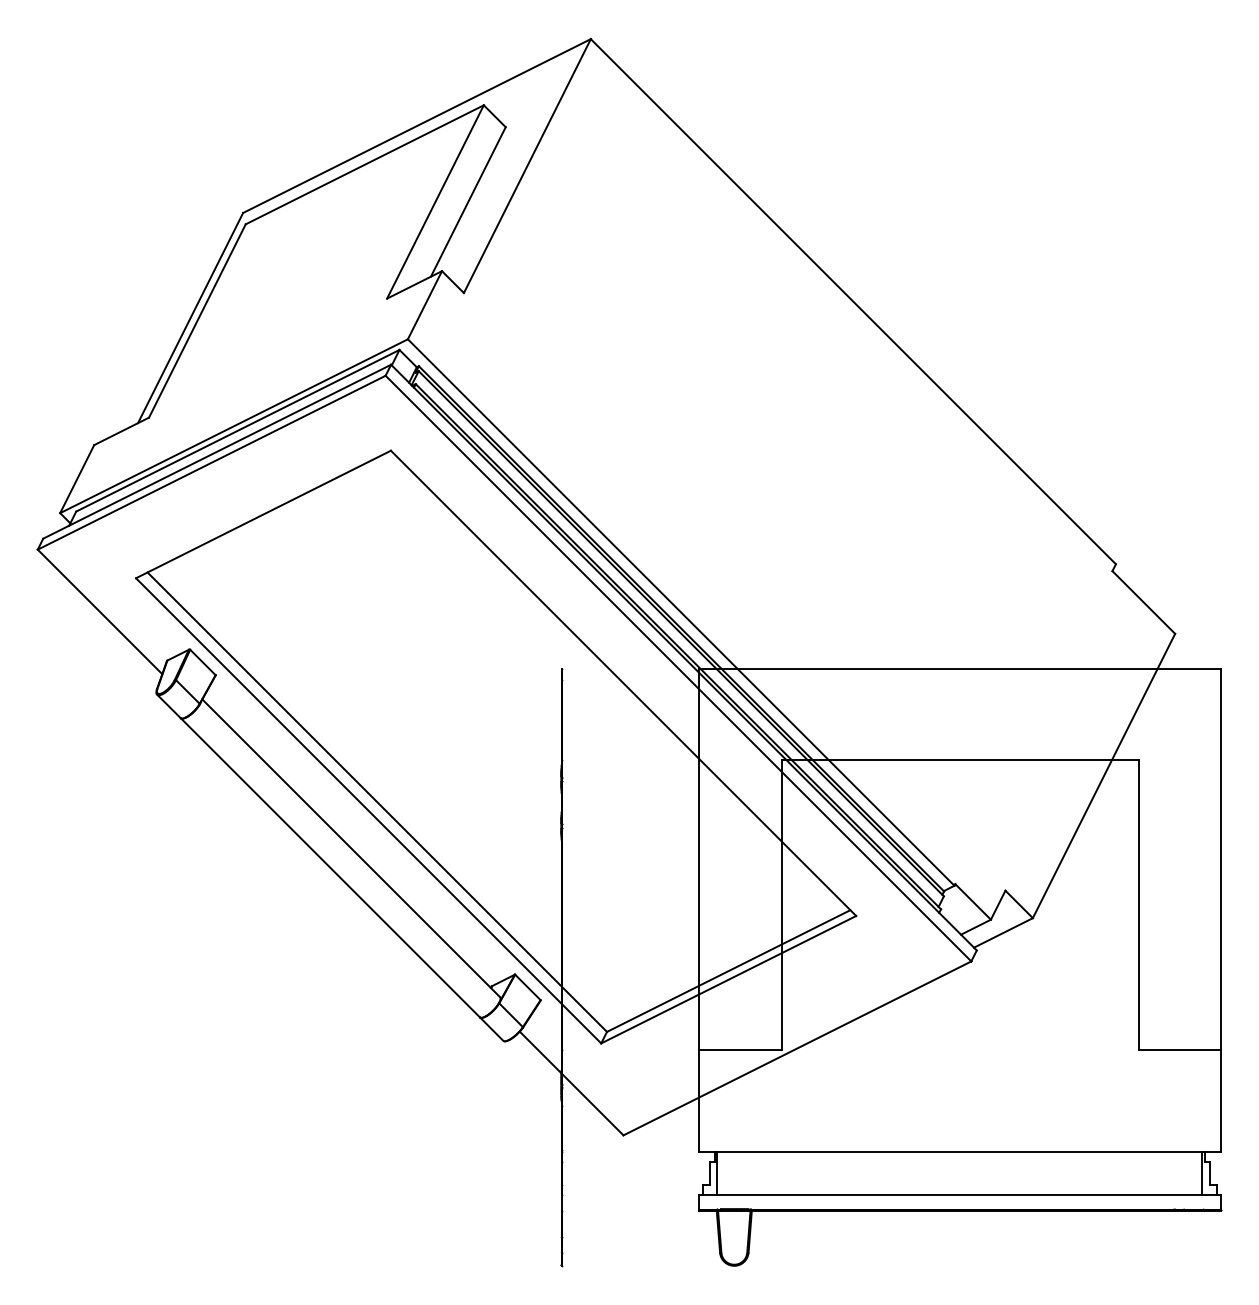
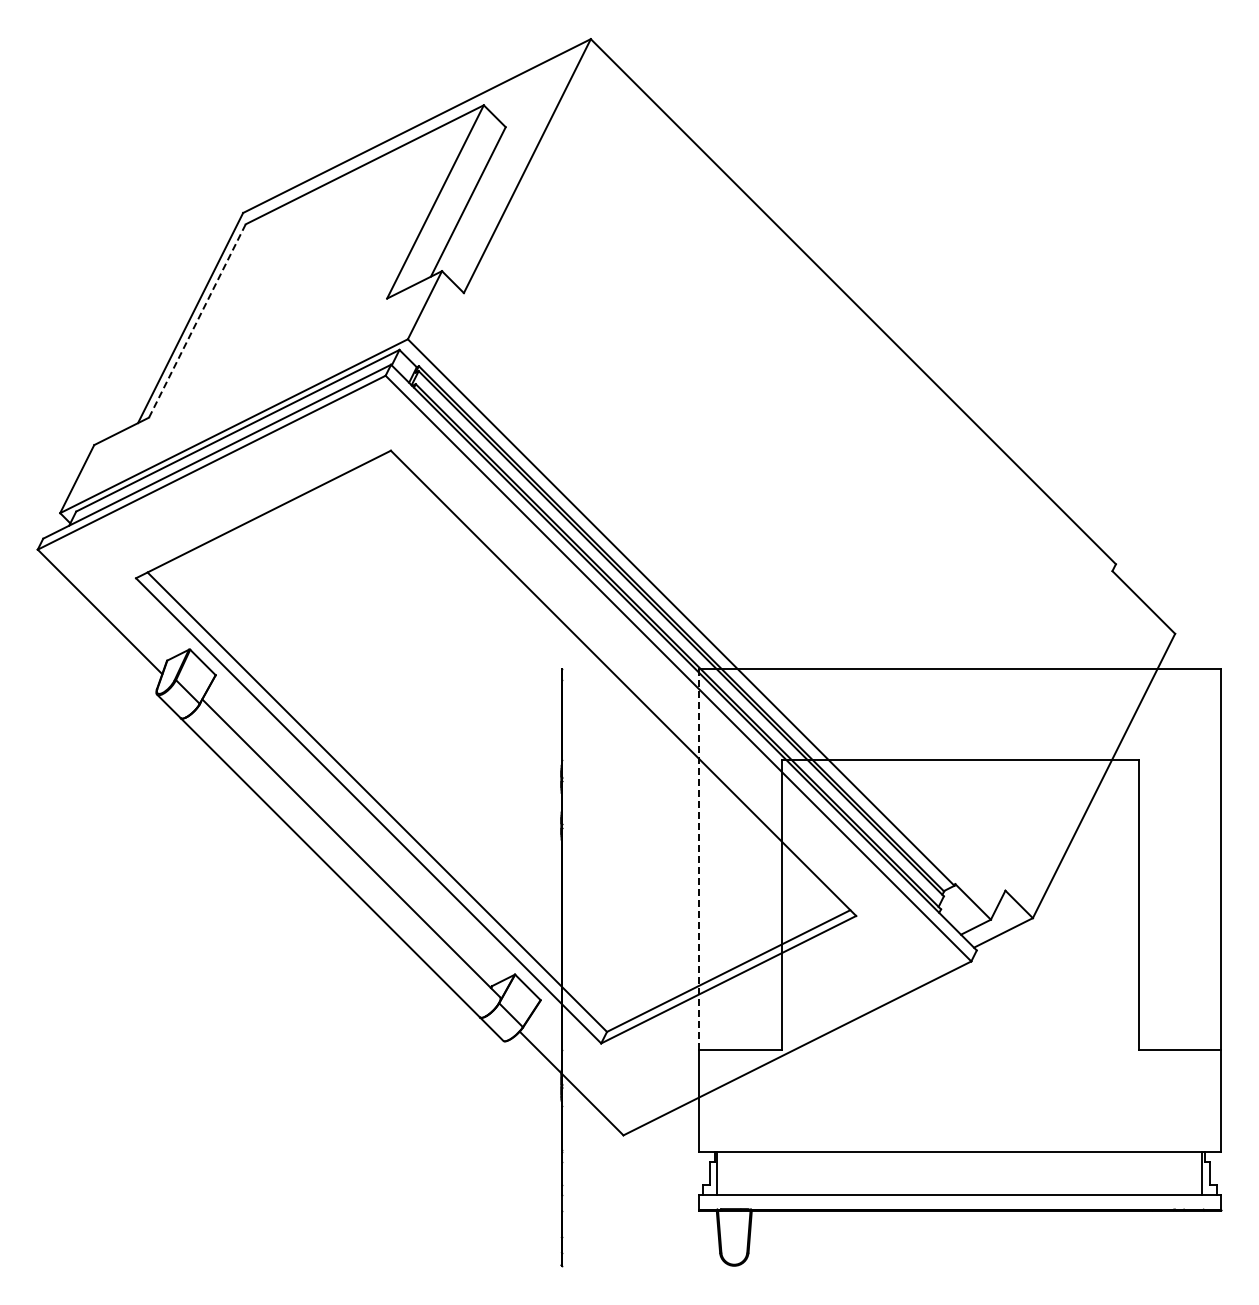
line at (197, 320): solid -> dashed
line at (699, 860): solid -> dashed
